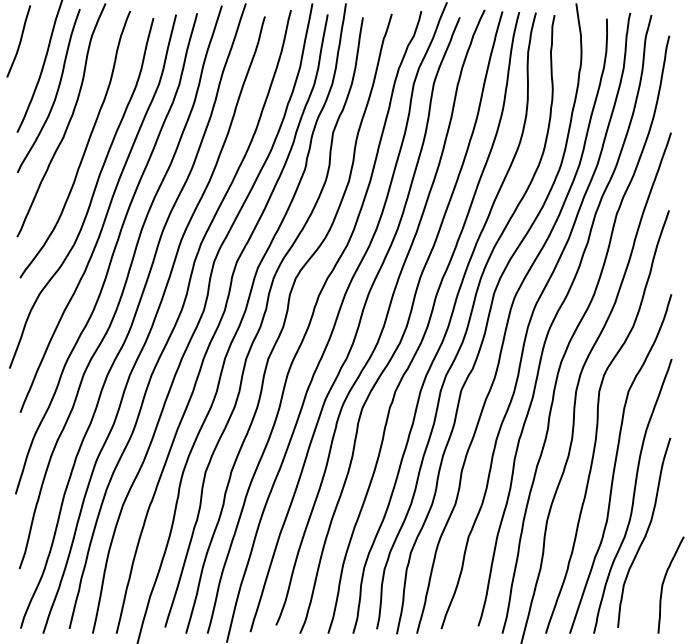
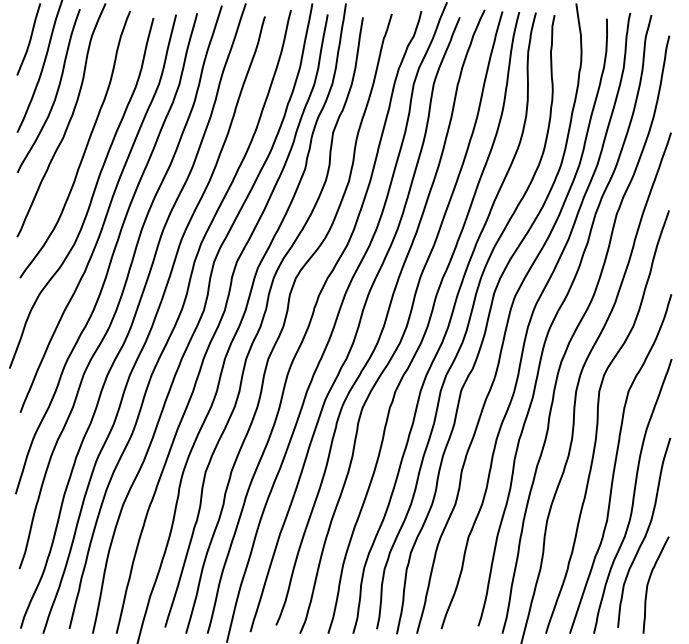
line at (19, 41) position: (19, 41) -> (29, 39)
curve at (664, 582) position: (664, 582) -> (649, 582)
